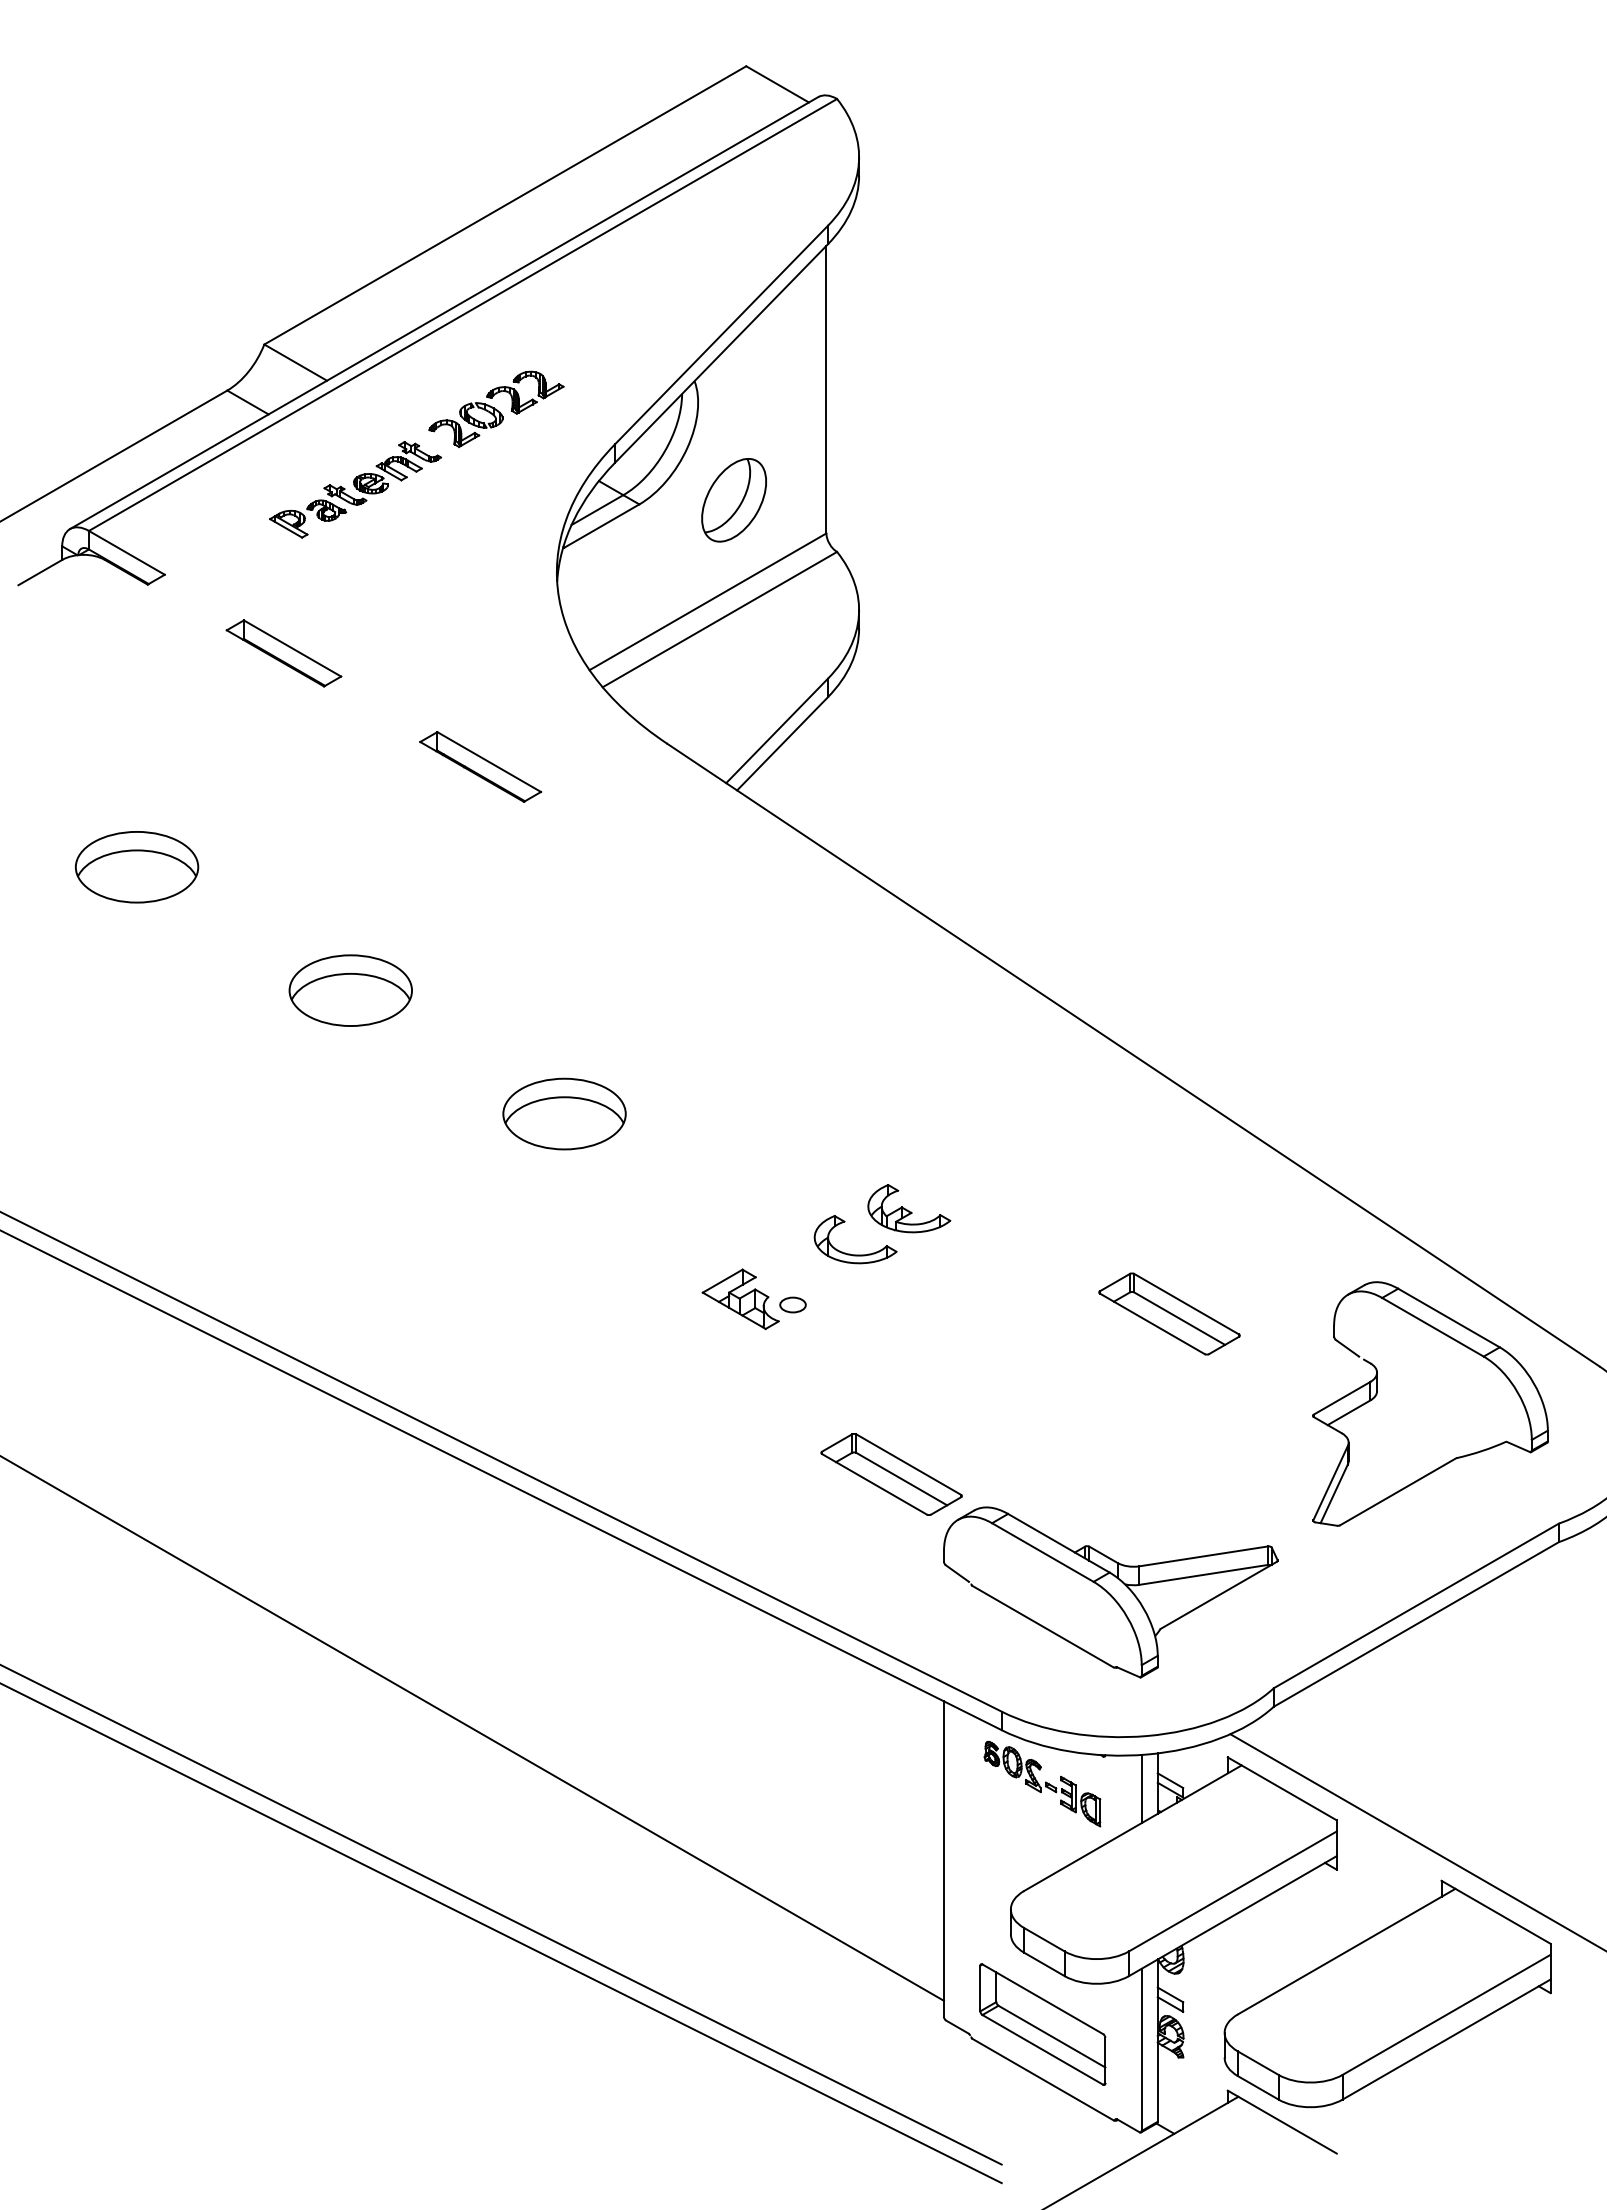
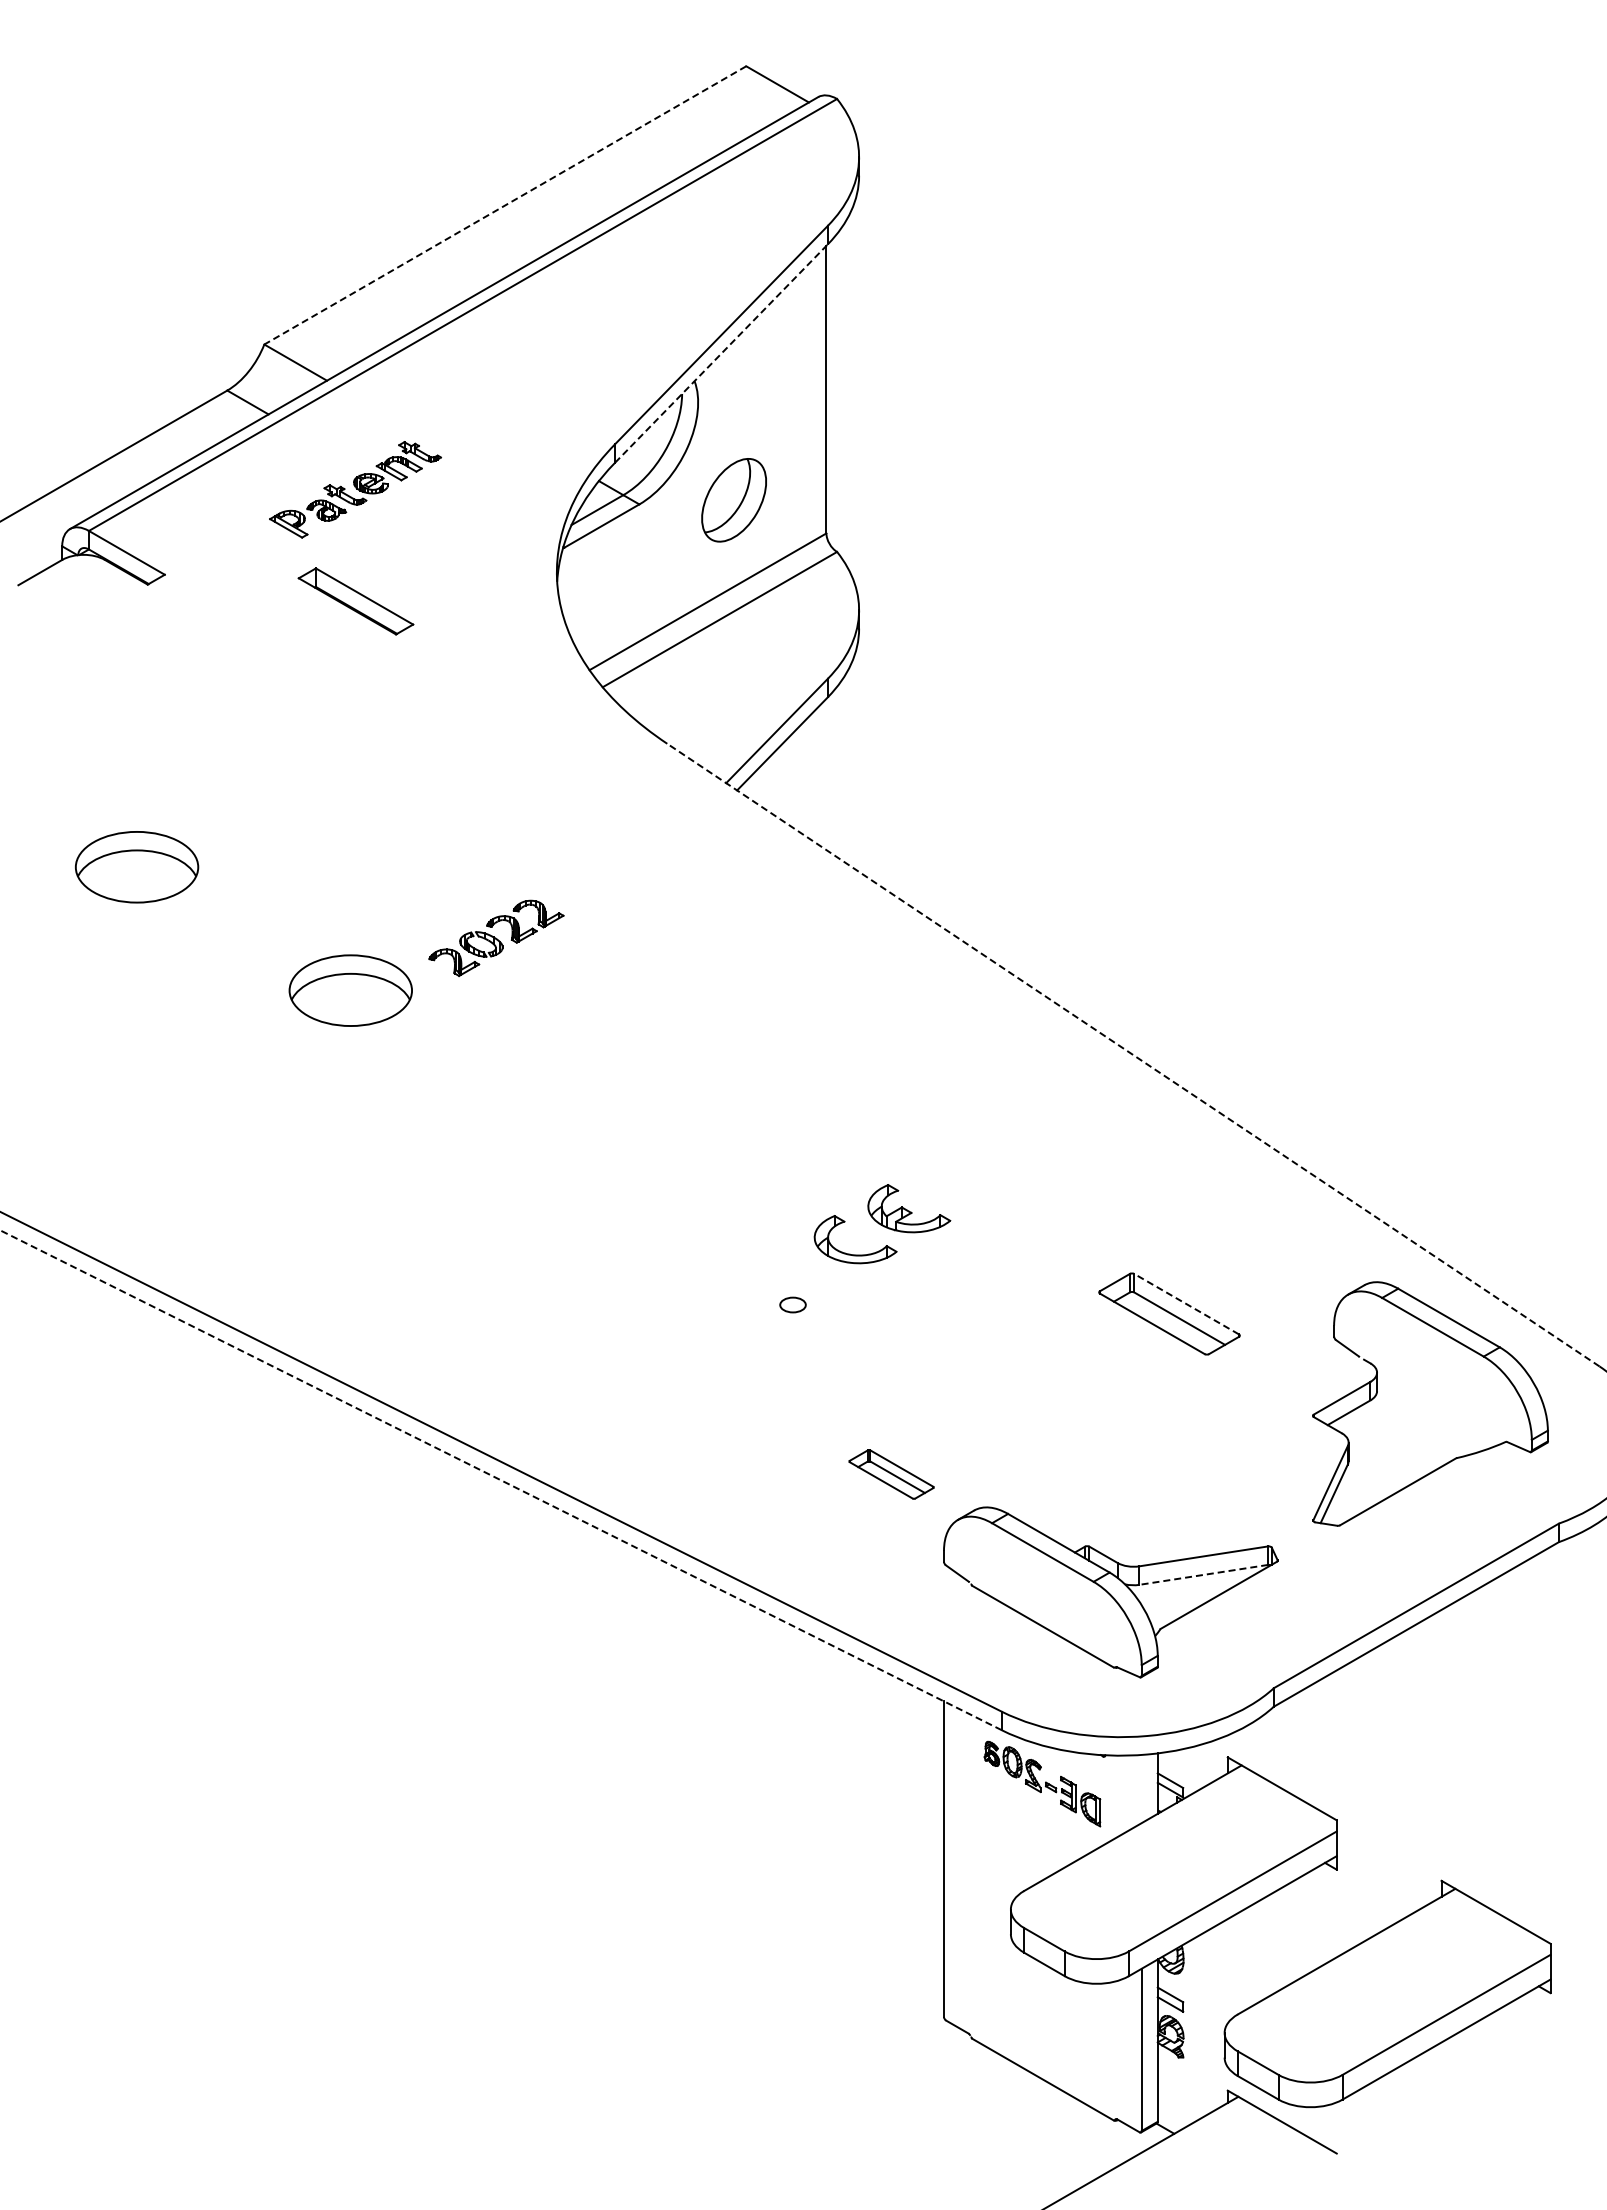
line at (504, 205): solid -> dashed
line at (721, 353): solid -> dashed
part at (496, 408) position: (496, 408) -> (496, 937)
part at (283, 653) position: (283, 653) -> (355, 601)
part at (480, 766): present -> none
line at (1133, 1055): solid -> dashed
part at (564, 1113): present -> none
part at (740, 1299): present -> none
line at (1186, 1303): solid -> dashed
part at (891, 1474) size: 143x83 px -> 87x51 px
line at (500, 1480): solid -> dashed
line at (1203, 1574): solid -> dashed
line at (472, 1728): present -> none
line at (1141, 1788): present -> none
line at (1416, 1841): present -> none
line at (501, 1915): present -> none
line at (501, 1933): present -> none
part at (1042, 2024): present -> none
